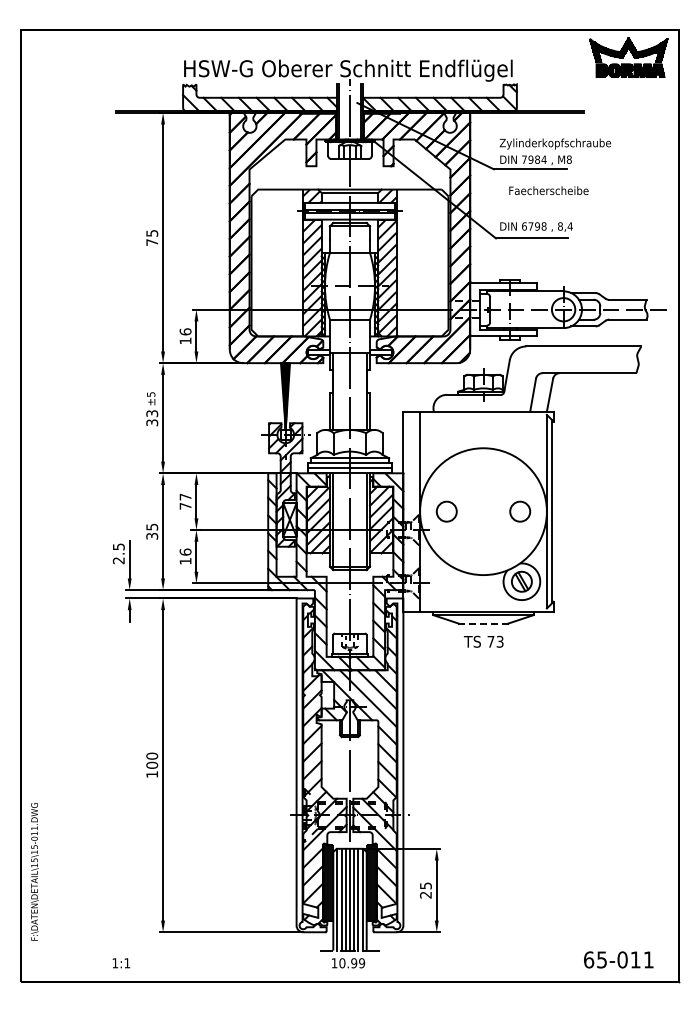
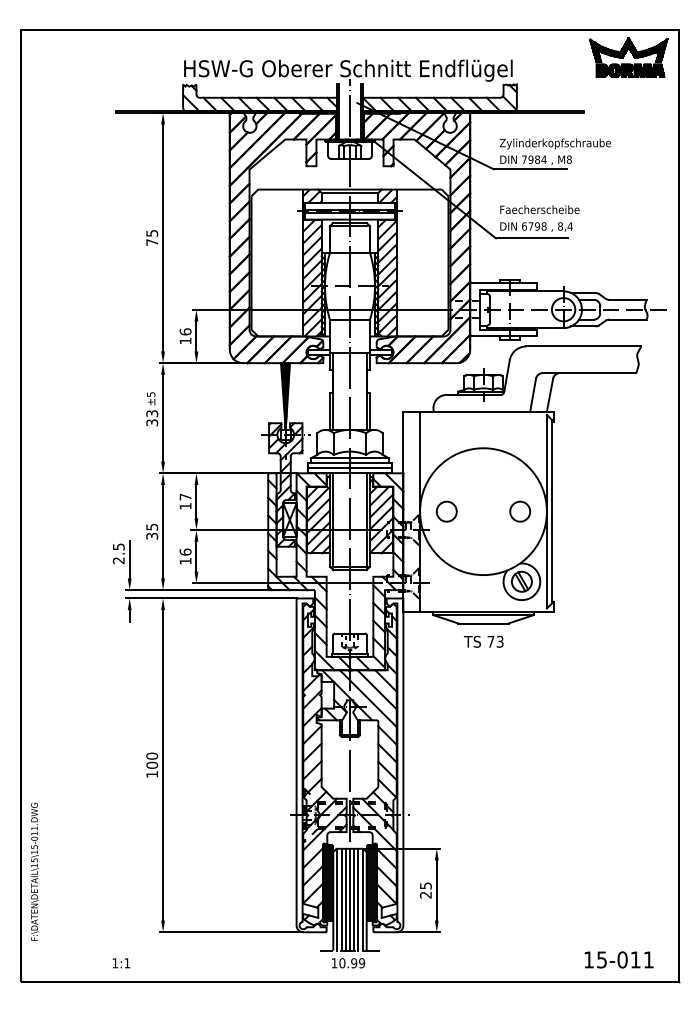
text at (548, 190) position: (548, 190) -> (539, 209)
text at (185, 506): 77 -> 17
line at (483, 623): dashed -> solid
text at (589, 959): 65-011 -> 15-011
